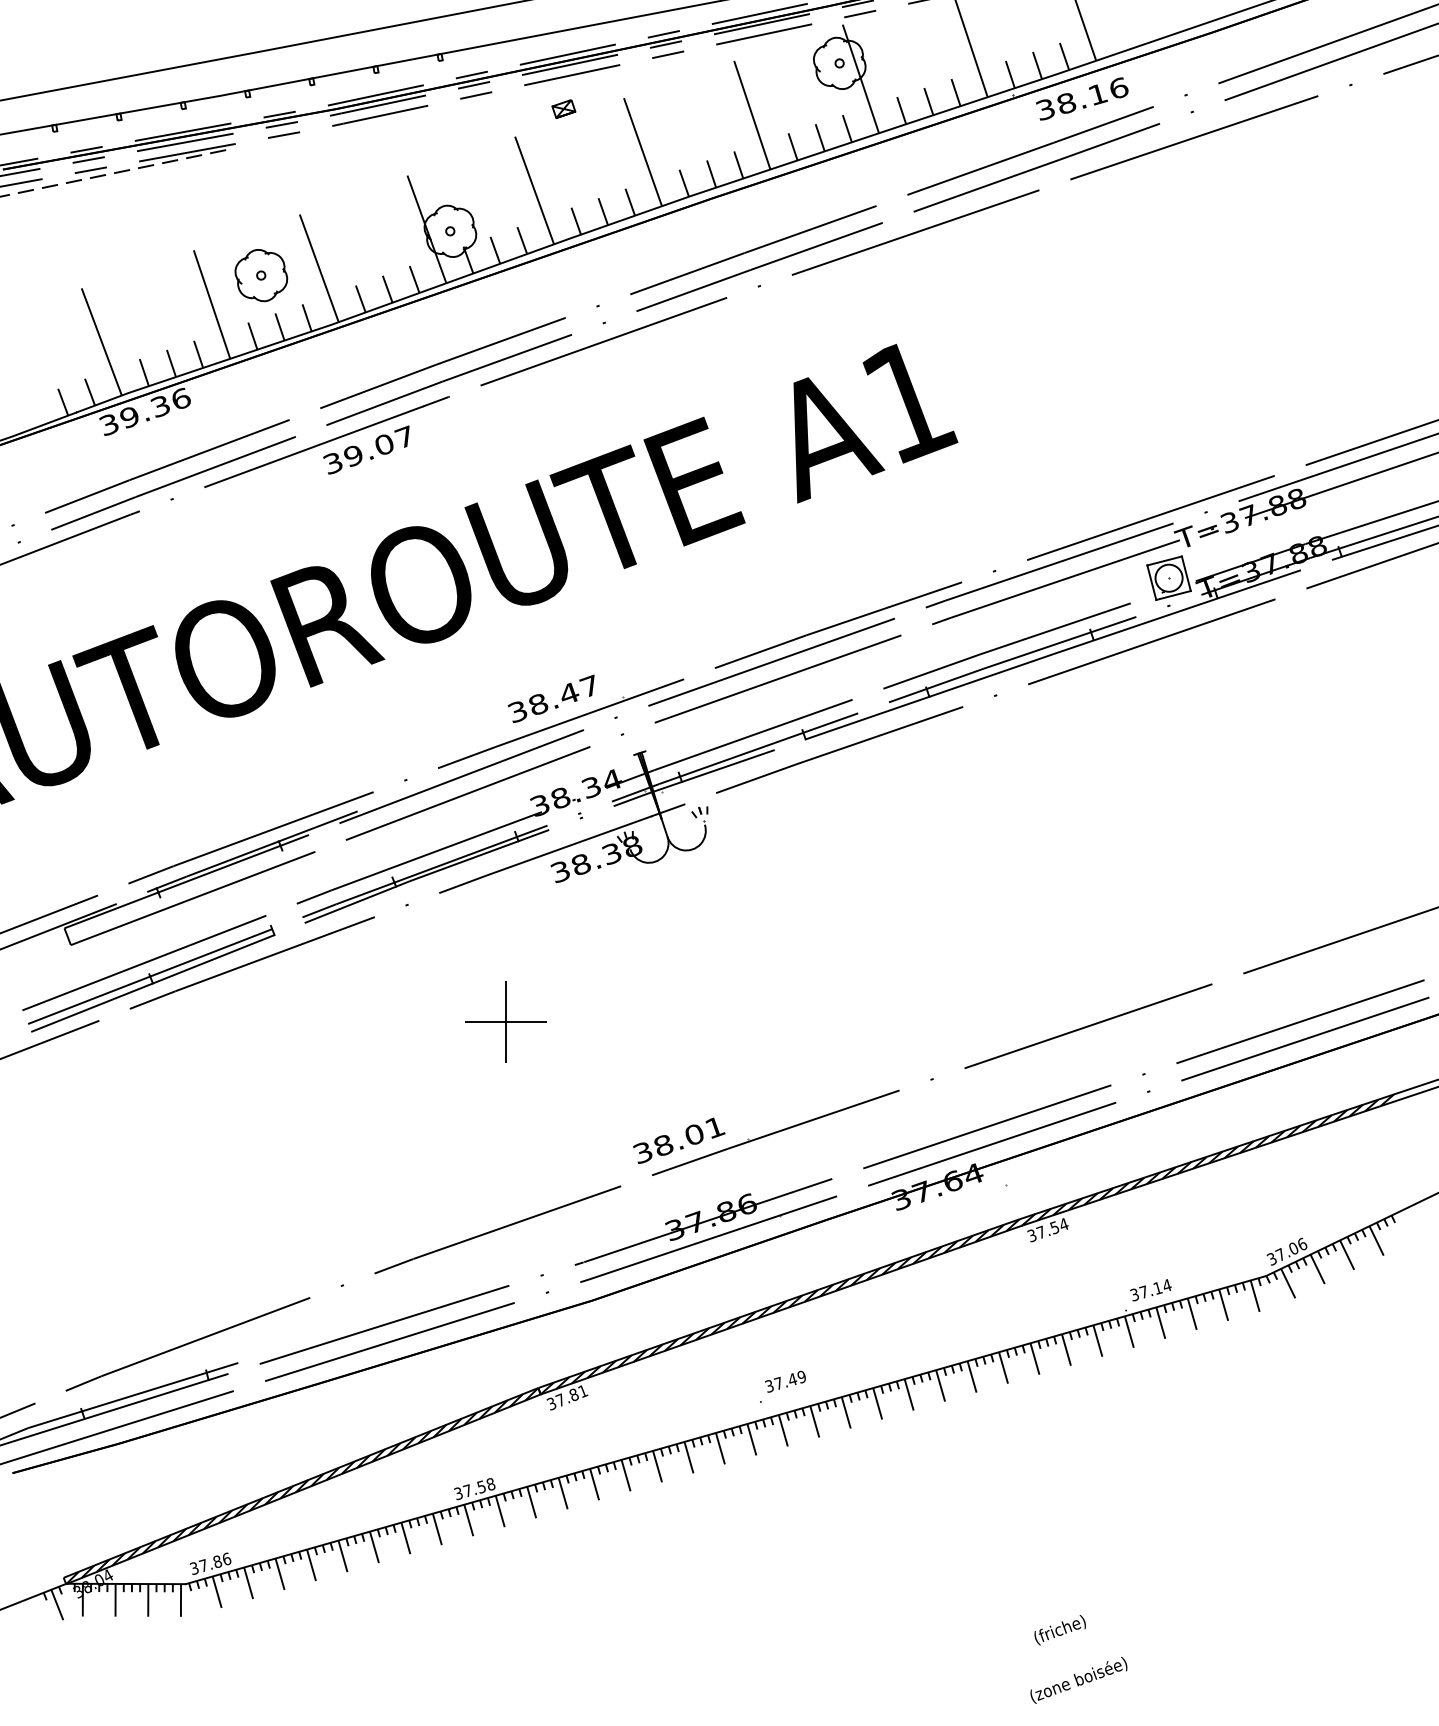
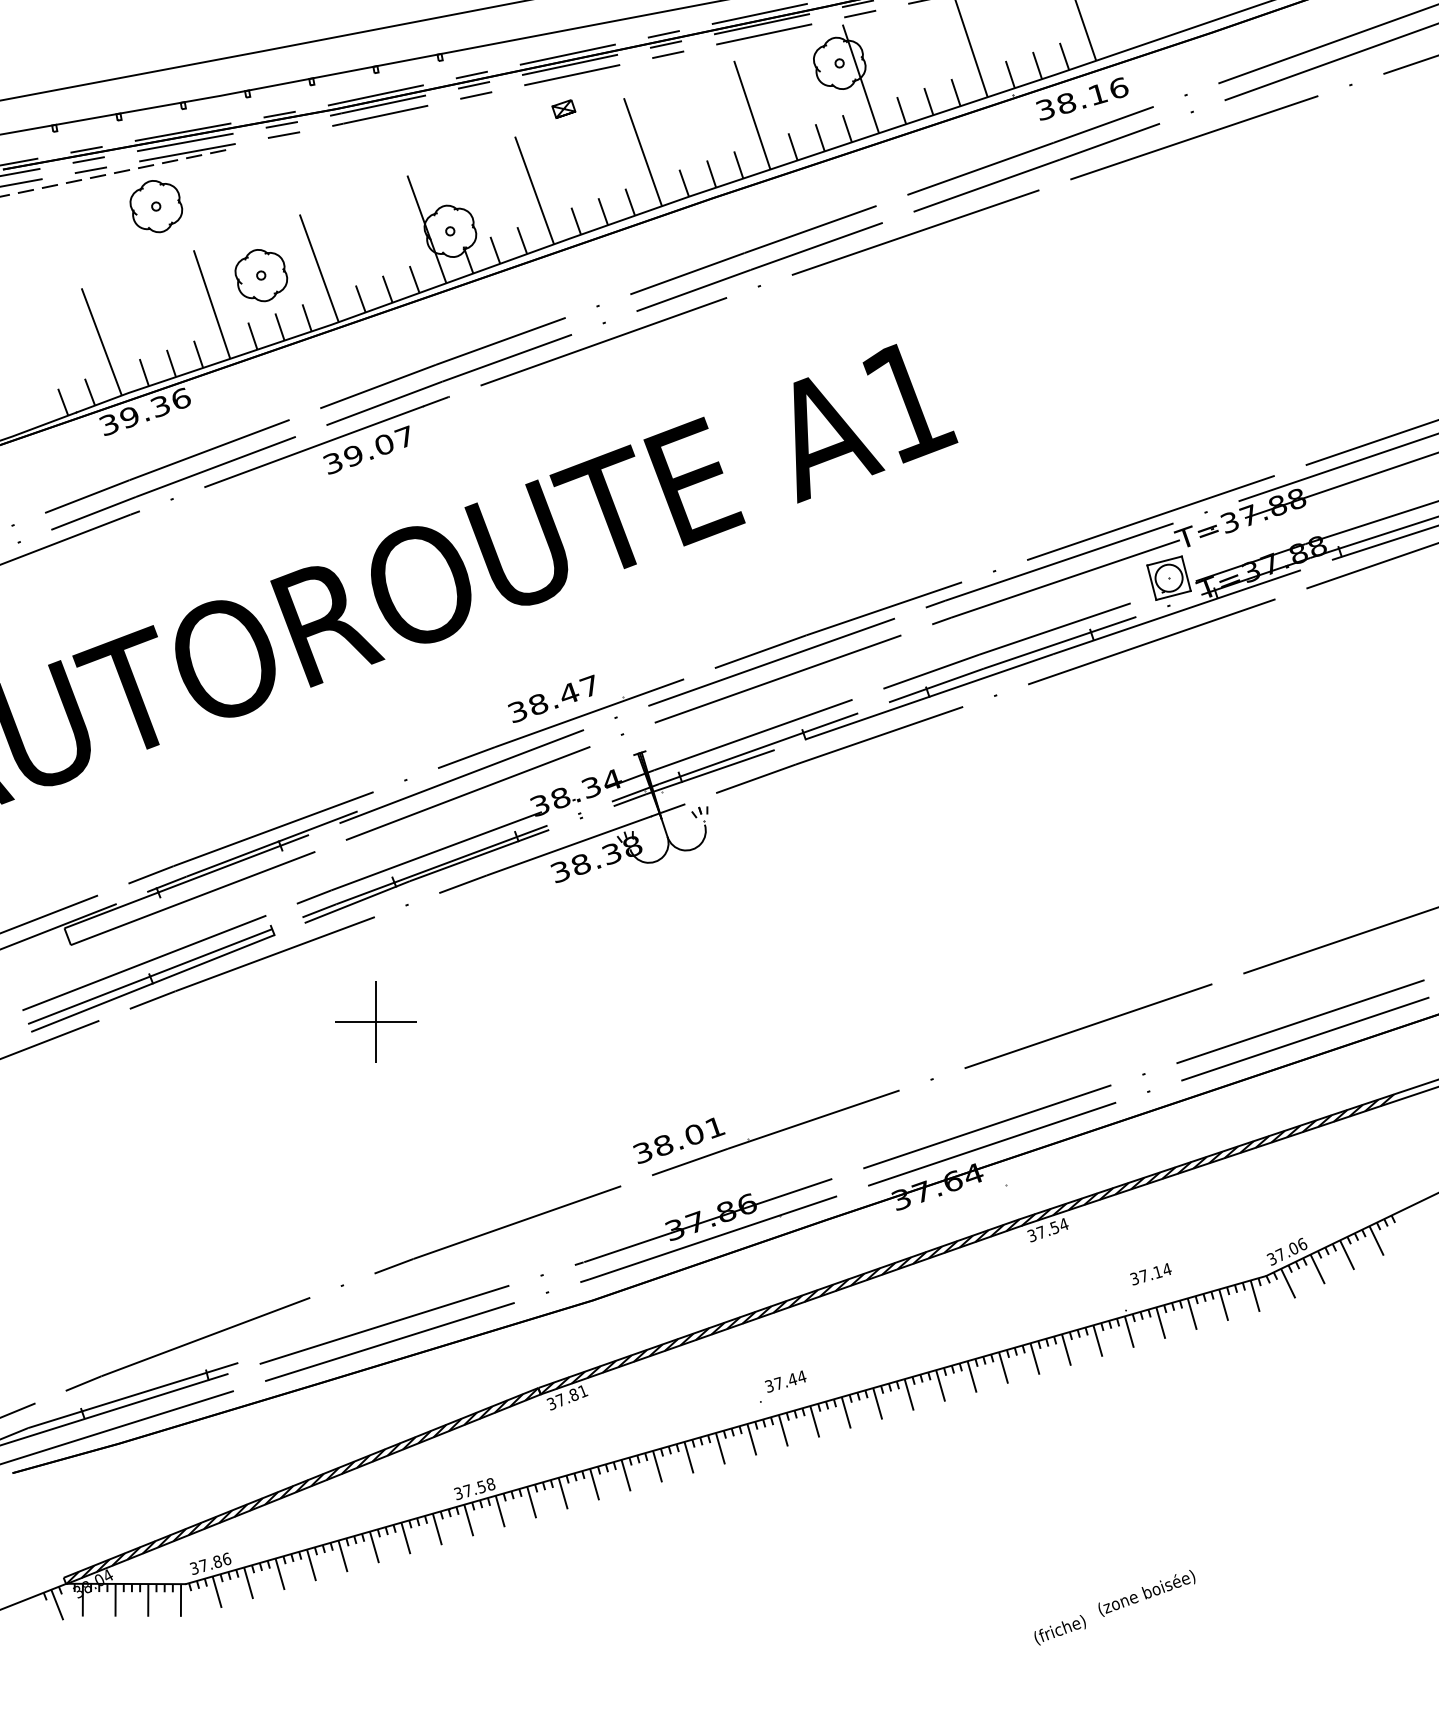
part at (156, 206): none -> present
part at (505, 1021) position: (505, 1021) -> (375, 1021)
text at (1150, 1290) position: (1150, 1290) -> (1150, 1274)
text at (801, 1376): 37.49 -> 37.44
text at (1078, 1680) position: (1078, 1680) -> (1146, 1593)
